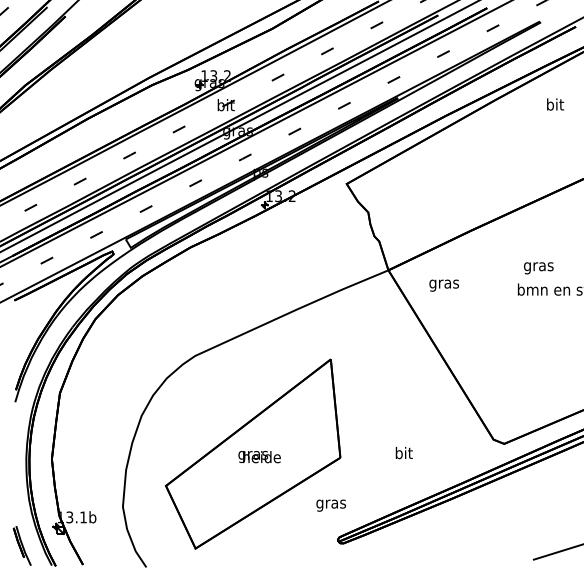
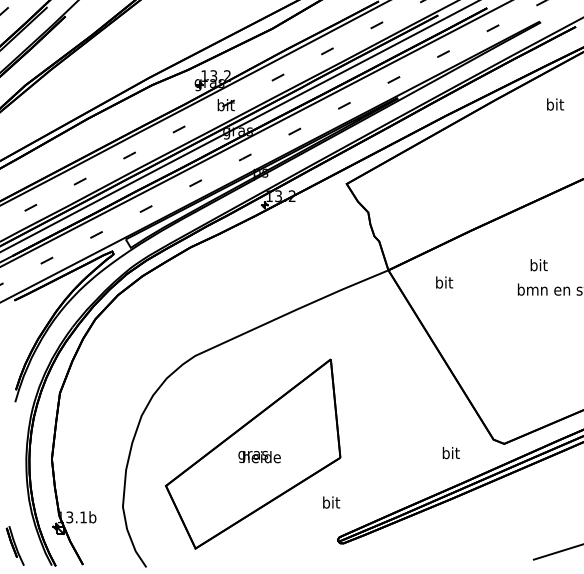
text at (538, 266): gras -> bit
text at (443, 283): gras -> bit
text at (403, 453) position: (403, 453) -> (450, 453)
text at (330, 503): gras -> bit
part at (21, 545) position: (21, 545) -> (14, 545)
